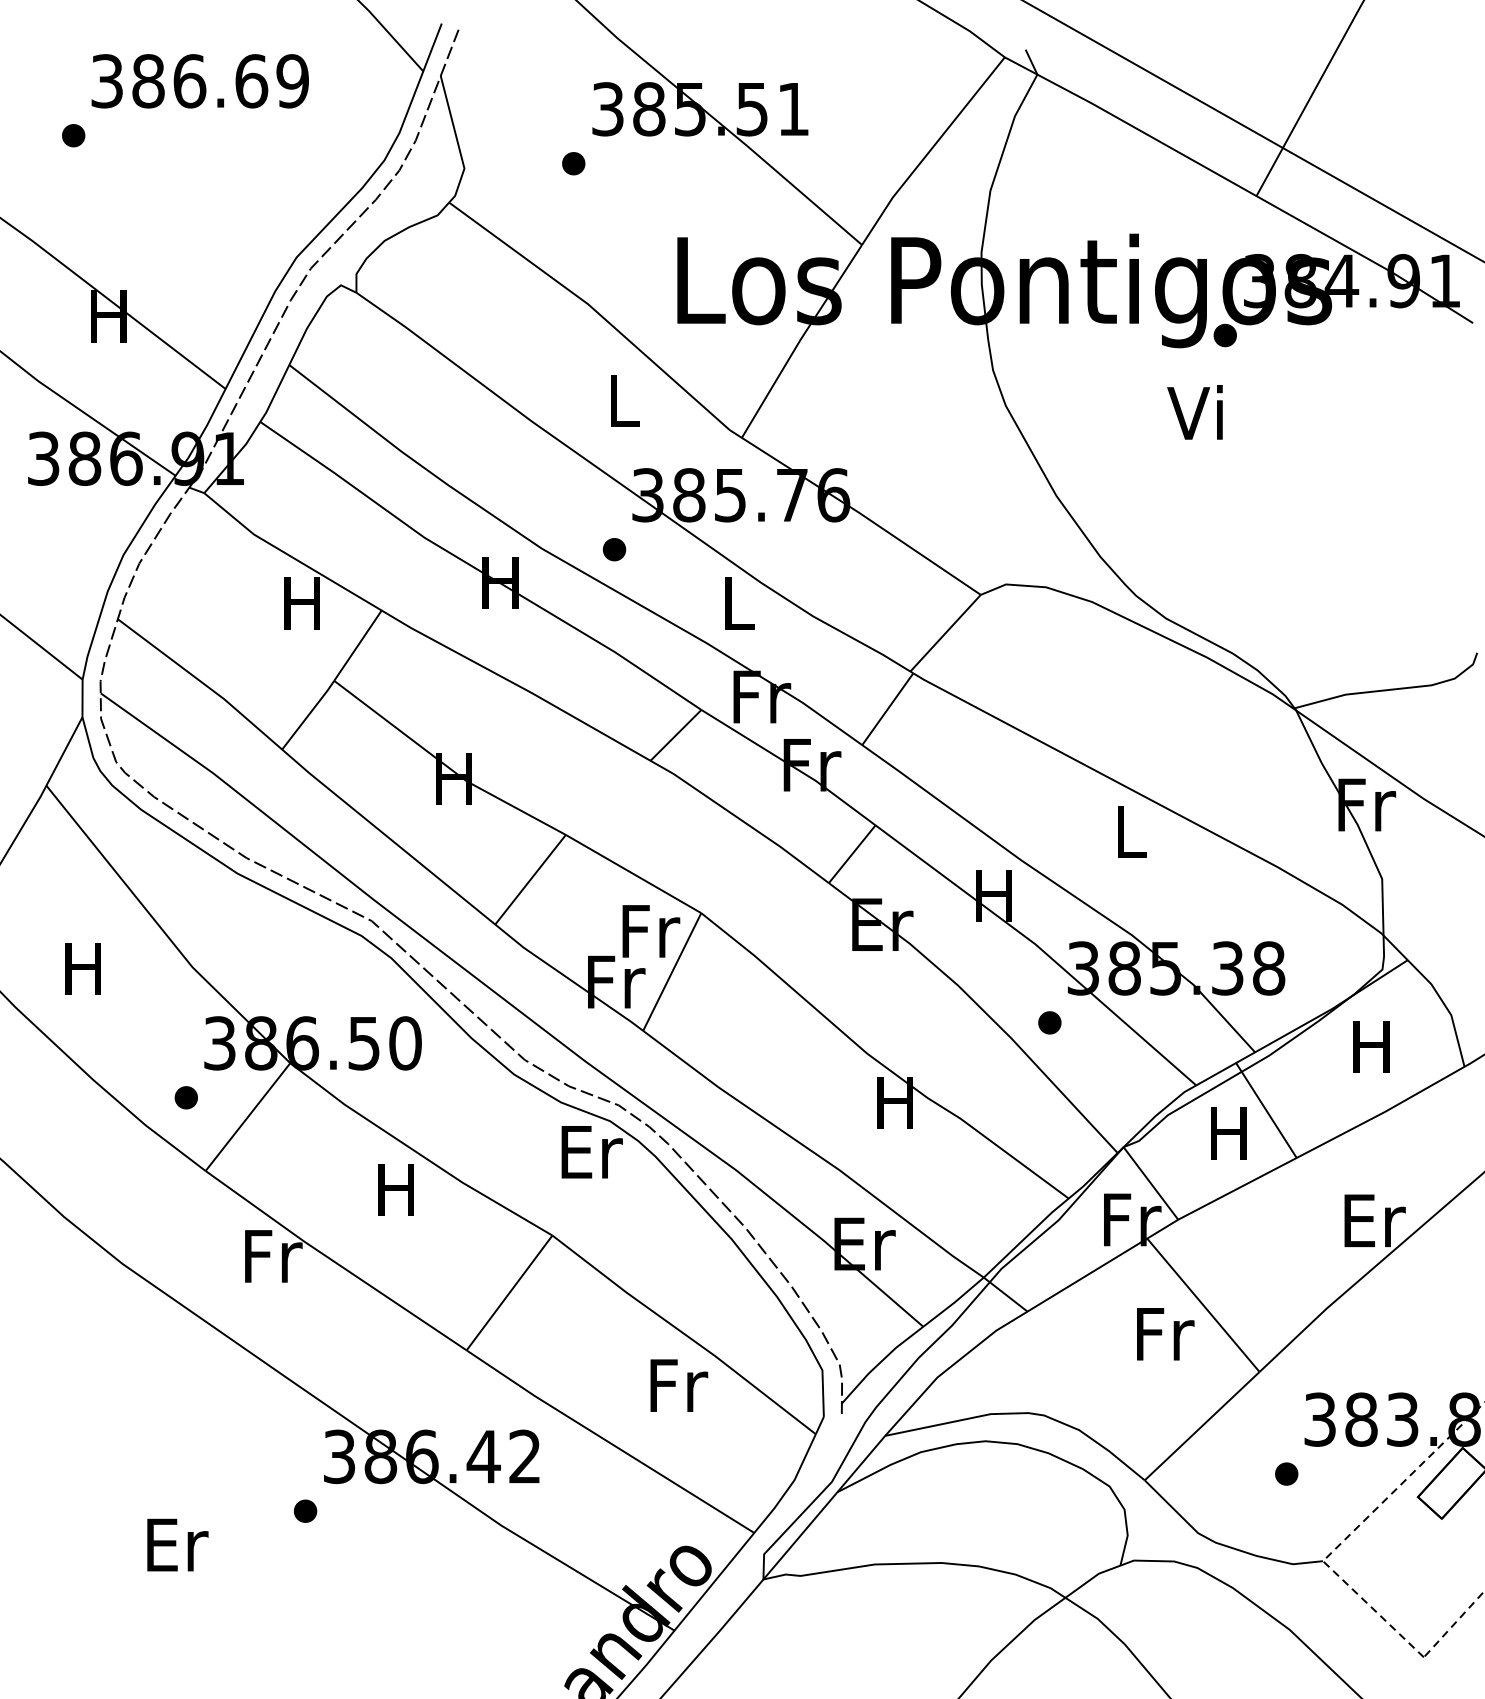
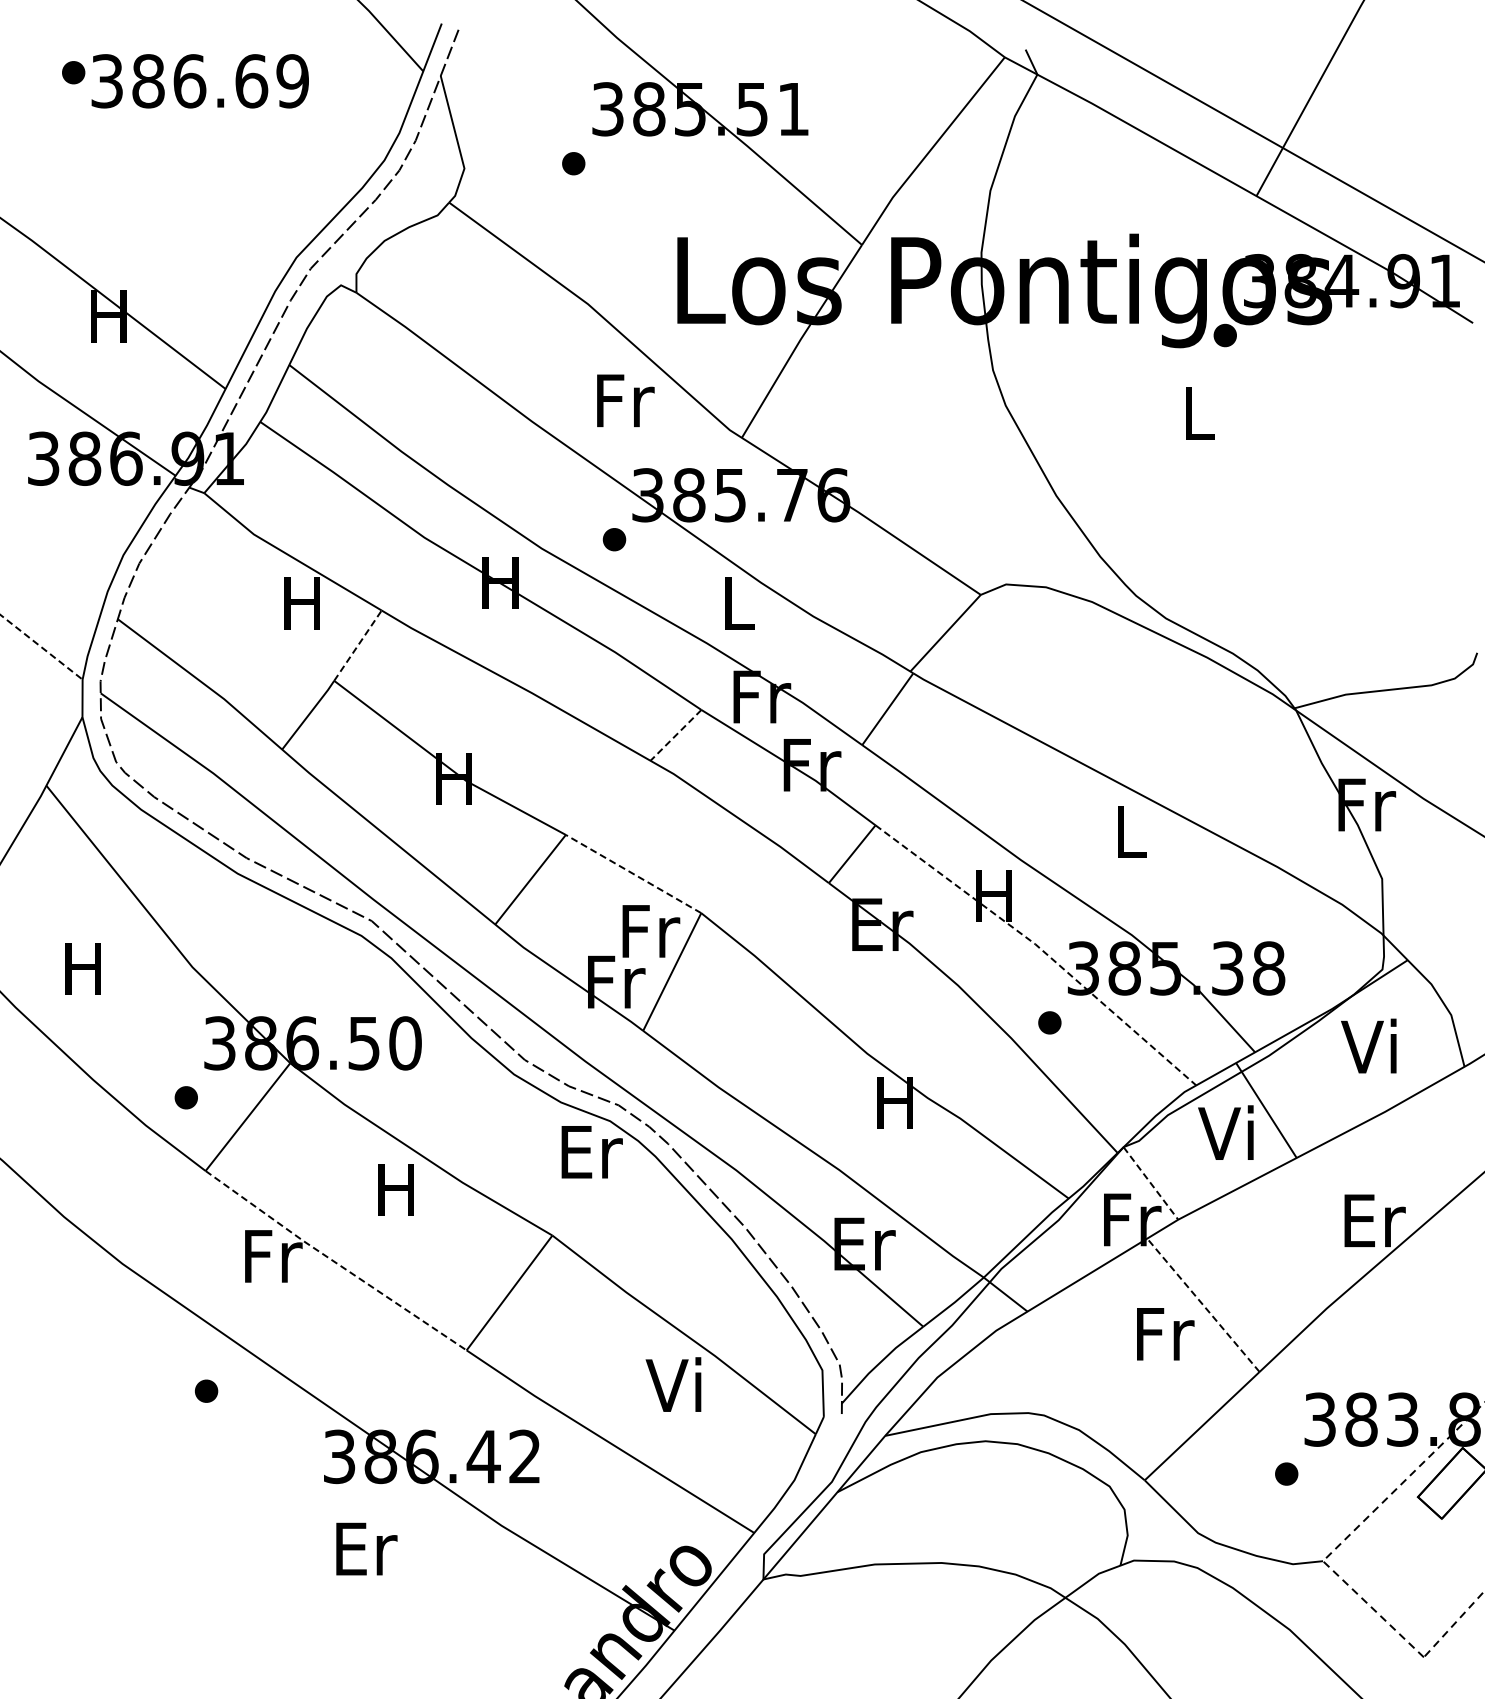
part at (73, 135) position: (73, 135) -> (73, 72)
text at (625, 400): L -> Fr
text at (1194, 412): Vi -> L
part at (614, 549) position: (614, 549) -> (614, 539)
line at (358, 645): solid -> dashed
line at (41, 647): solid -> dashed
line at (676, 735): solid -> dashed
line at (633, 873): solid -> dashed
line at (1040, 948): solid -> dashed
text at (1368, 1045): H -> Vi
text at (1225, 1132): H -> Vi
line at (1151, 1183): solid -> dashed
line at (334, 1262): solid -> dashed
line at (1203, 1304): solid -> dashed
text at (676, 1384): Fr -> Vi
part at (305, 1510) position: (305, 1510) -> (206, 1390)
text at (177, 1544) position: (177, 1544) -> (366, 1548)
